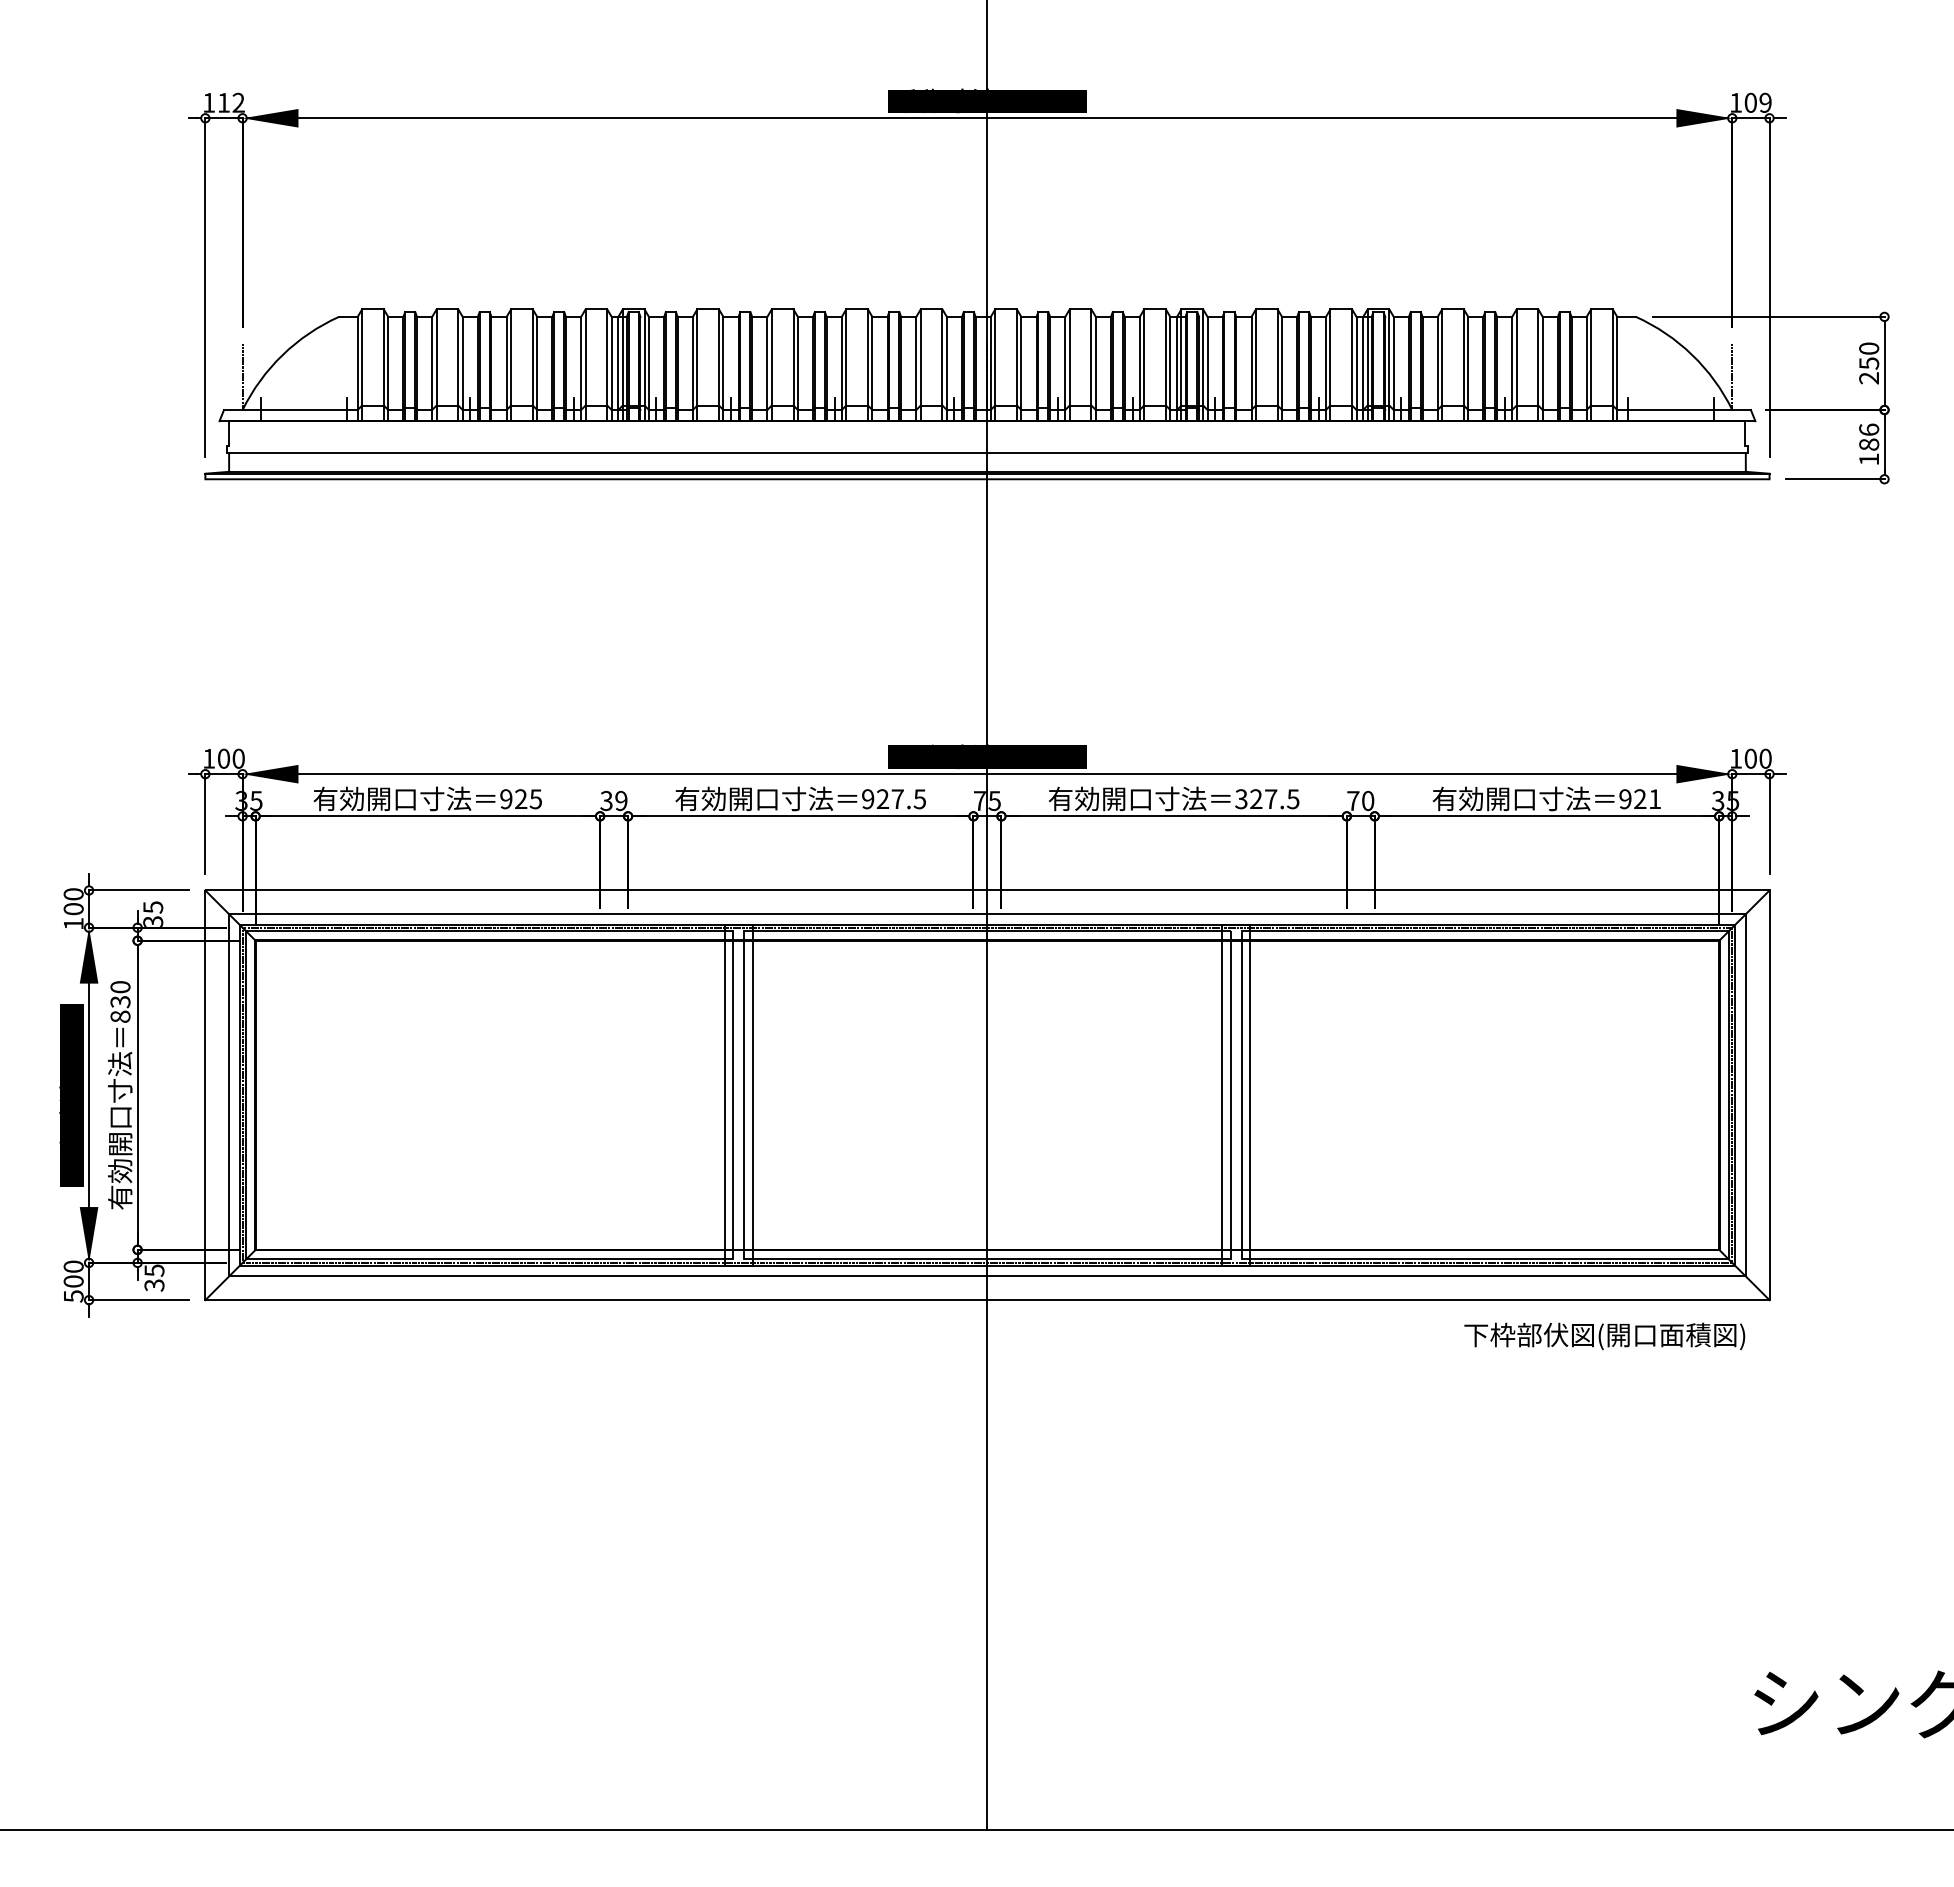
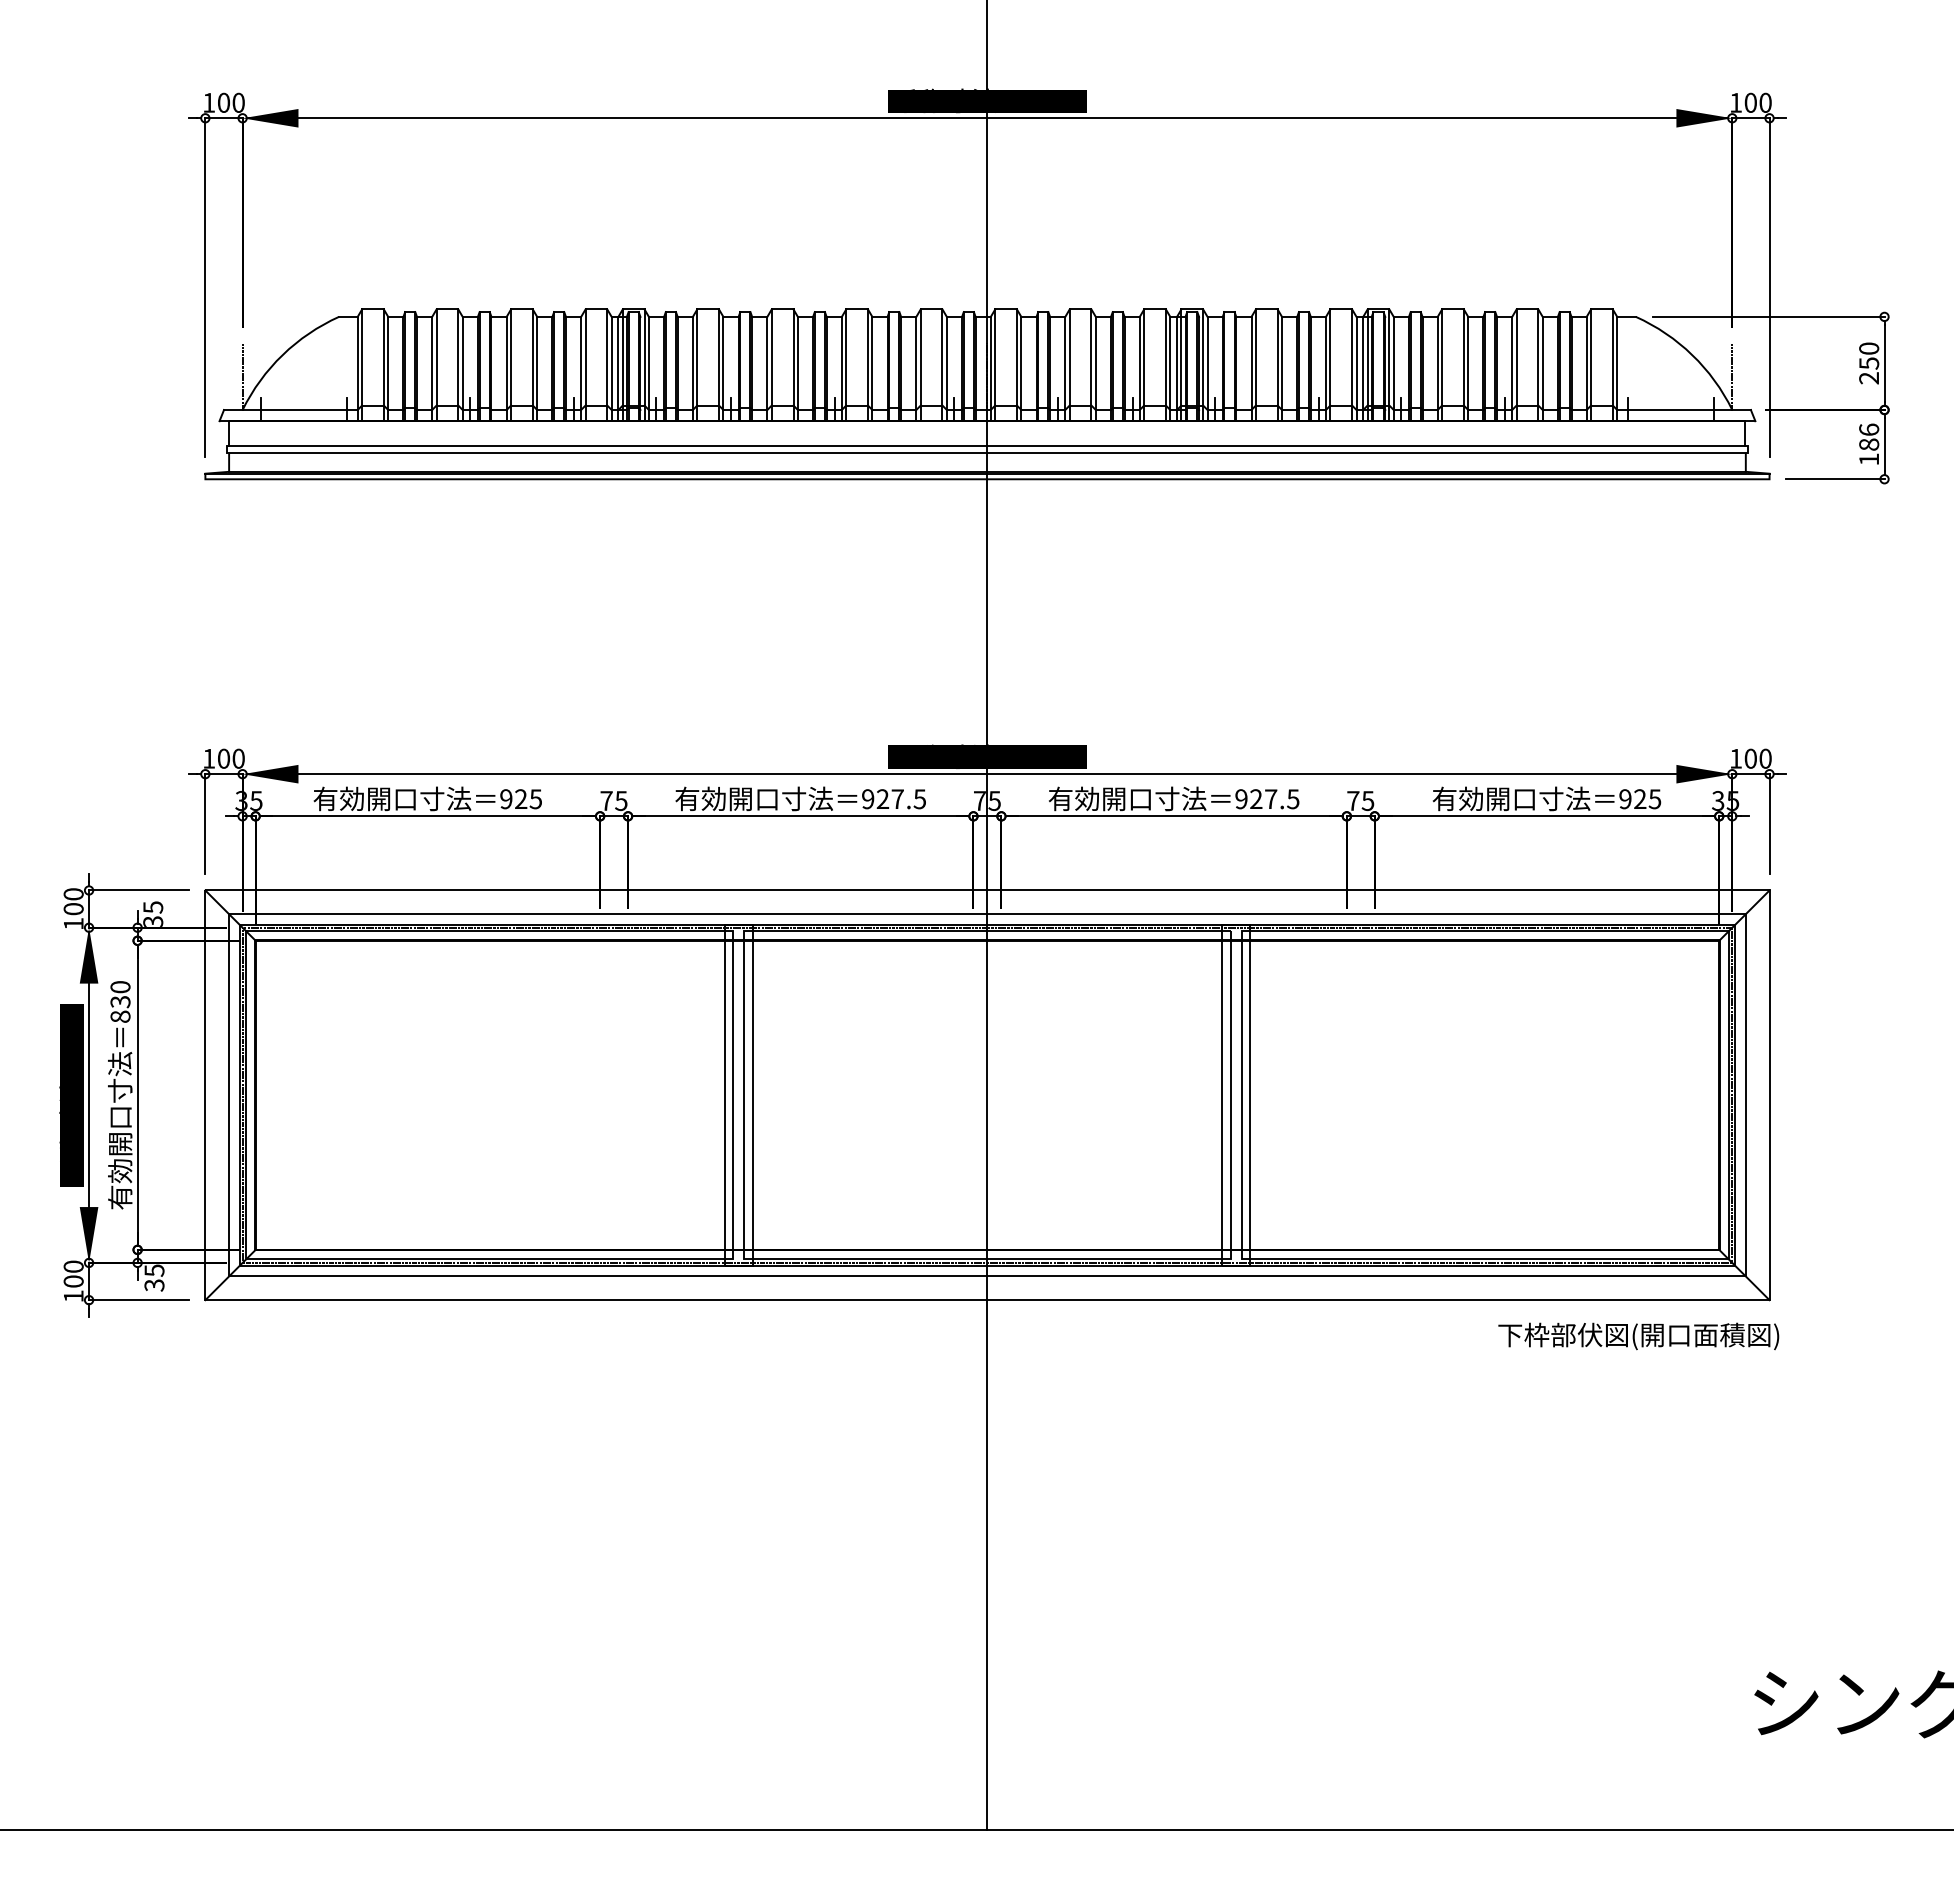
text at (231, 102): 112 -> 100
text at (1765, 102): 109 -> 100
line at (987, 445): none -> present
text at (1241, 799): 327.5 -> 927.5
text at (1654, 799): 921 -> 925
text at (613, 800): 39 -> 75
text at (1367, 800): 70 -> 75
text at (73, 1296): 500 -> 100
text at (1604, 1336) position: (1604, 1336) -> (1638, 1336)
